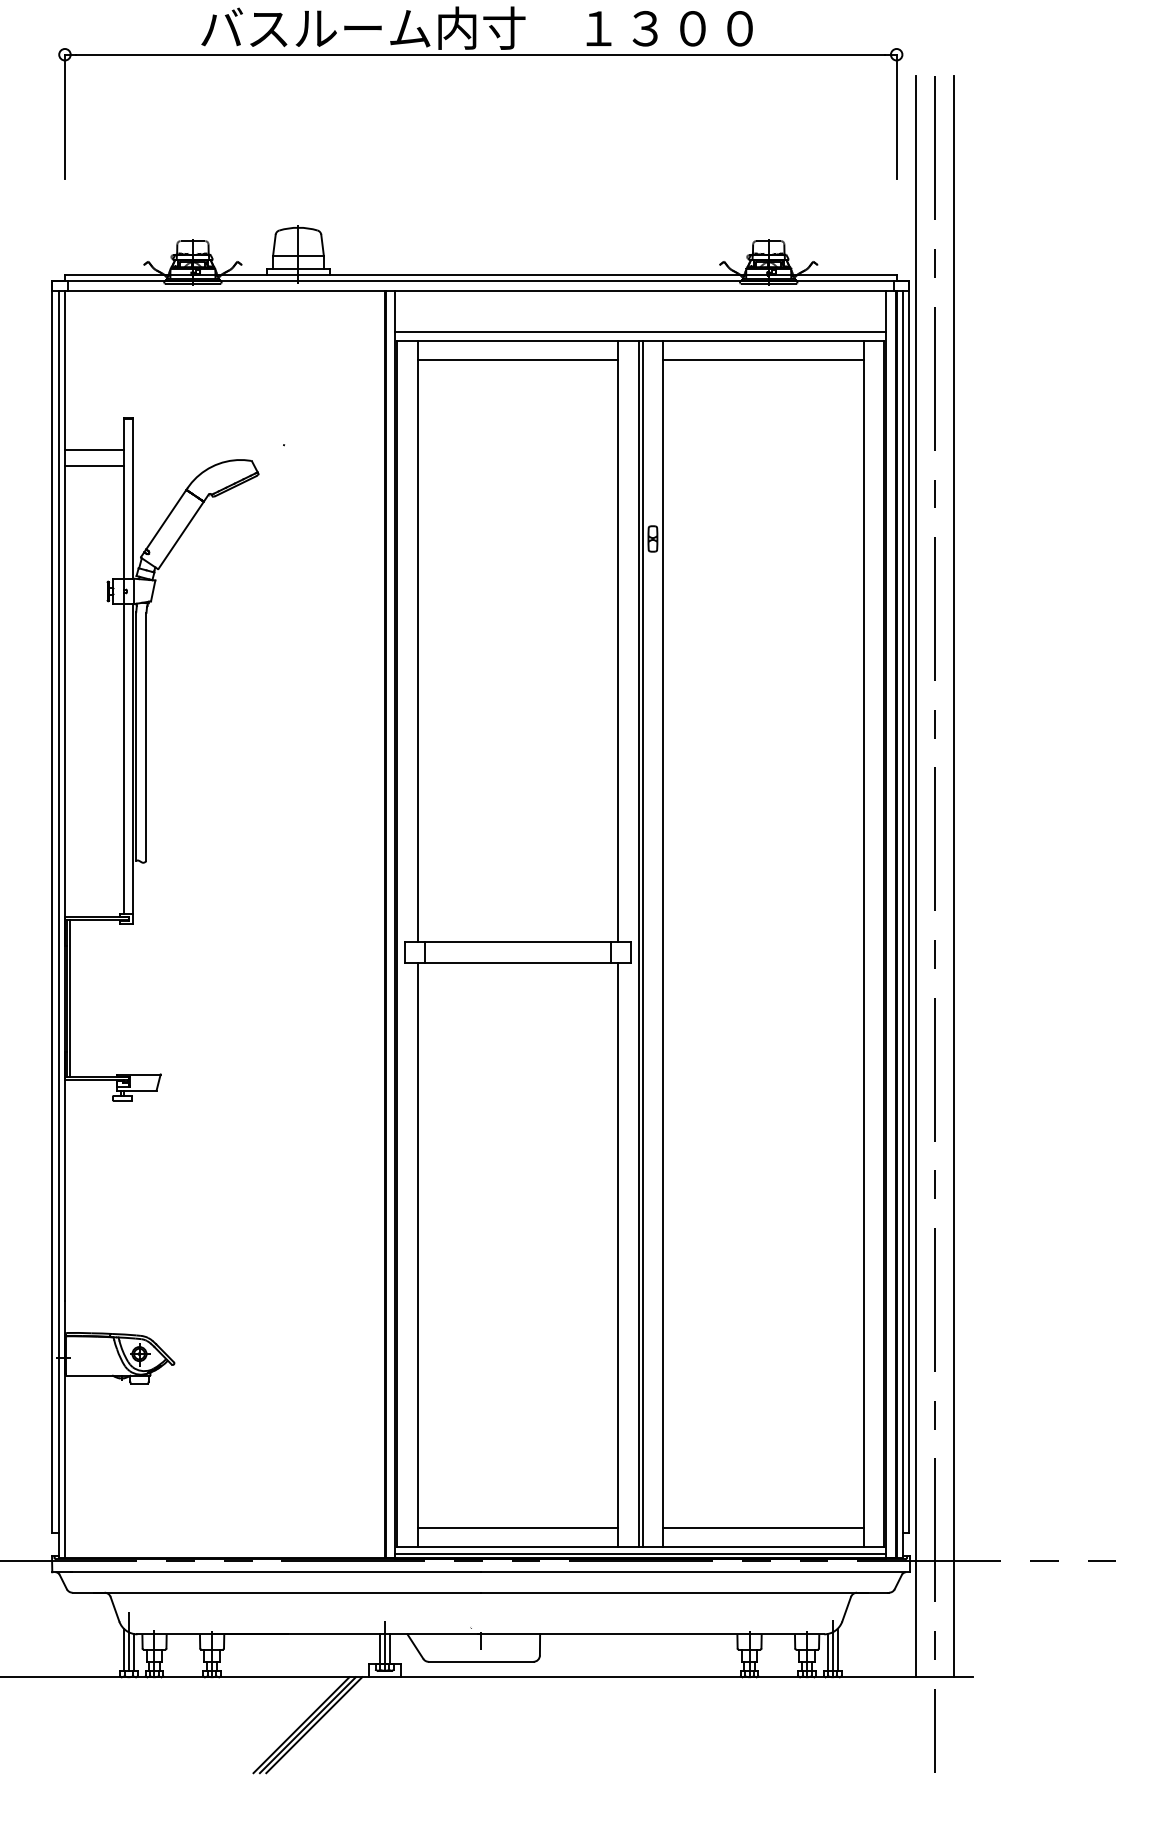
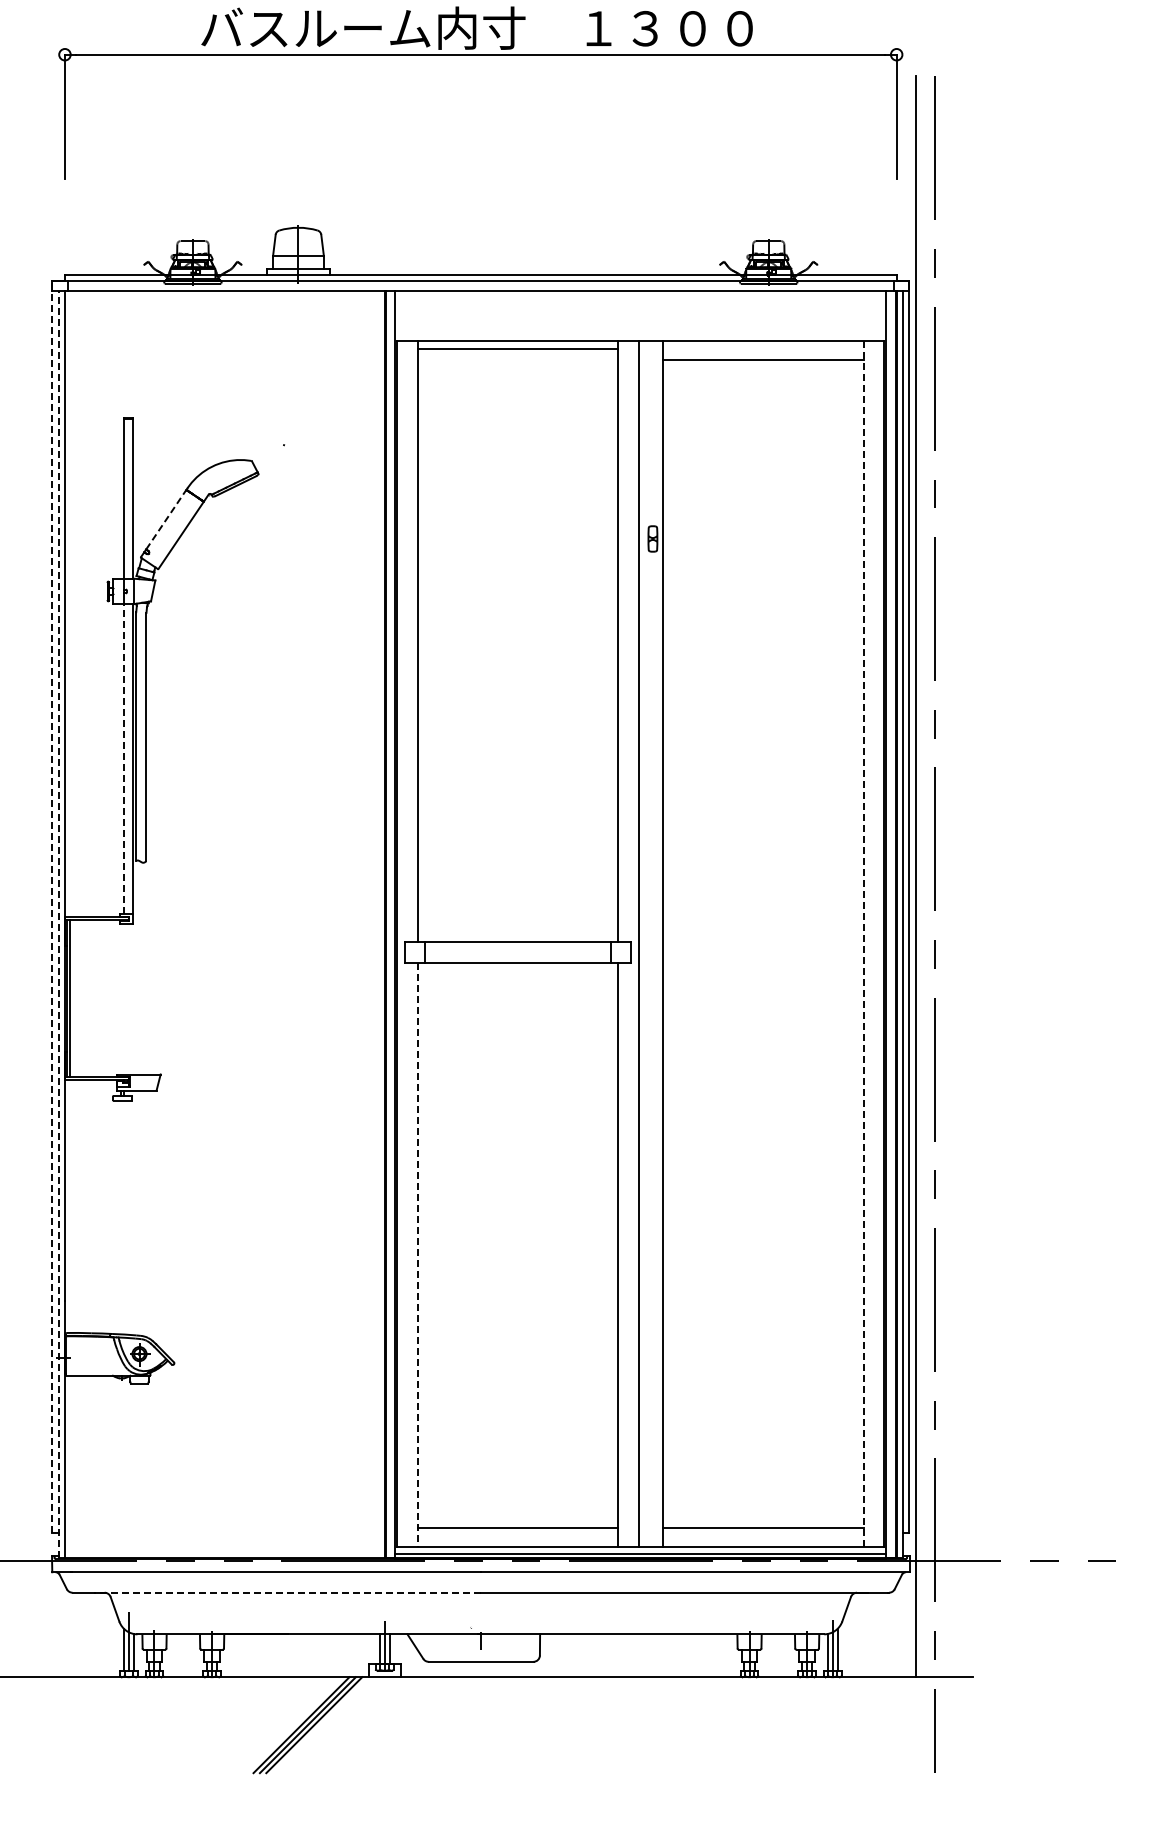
line at (640, 332): present -> none
line at (517, 359) position: (517, 359) -> (517, 348)
line at (94, 449): present -> none
line at (94, 465): present -> none
line at (166, 519): solid -> dashed
line at (124, 759): solid -> dashed
line at (954, 876): present -> none
line at (52, 906): solid -> dashed
line at (58, 924): solid -> dashed
line at (642, 943): present -> none
line at (863, 944): solid -> dashed
line at (417, 1255): solid -> dashed
line at (287, 1592): solid -> dashed
